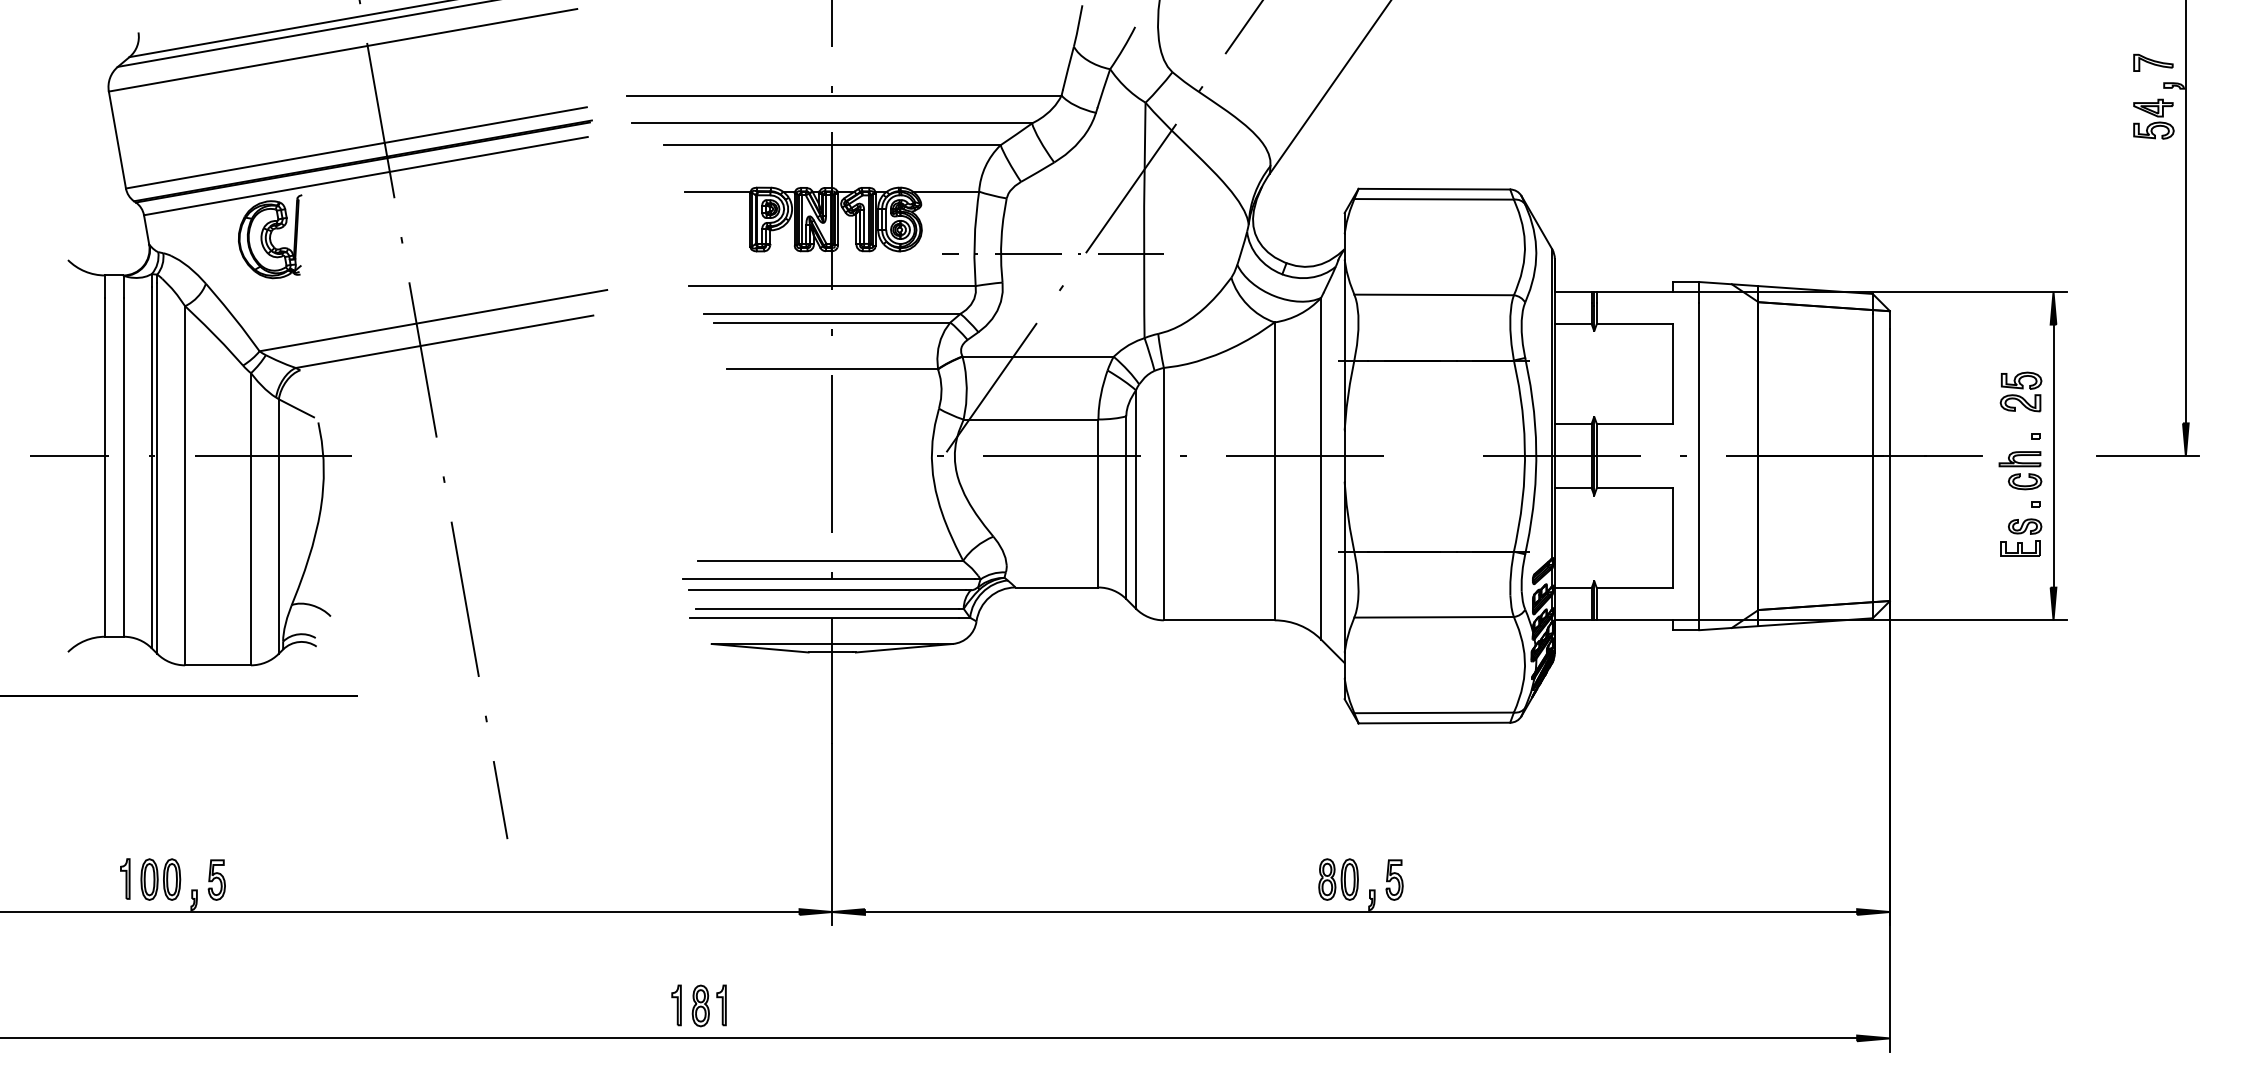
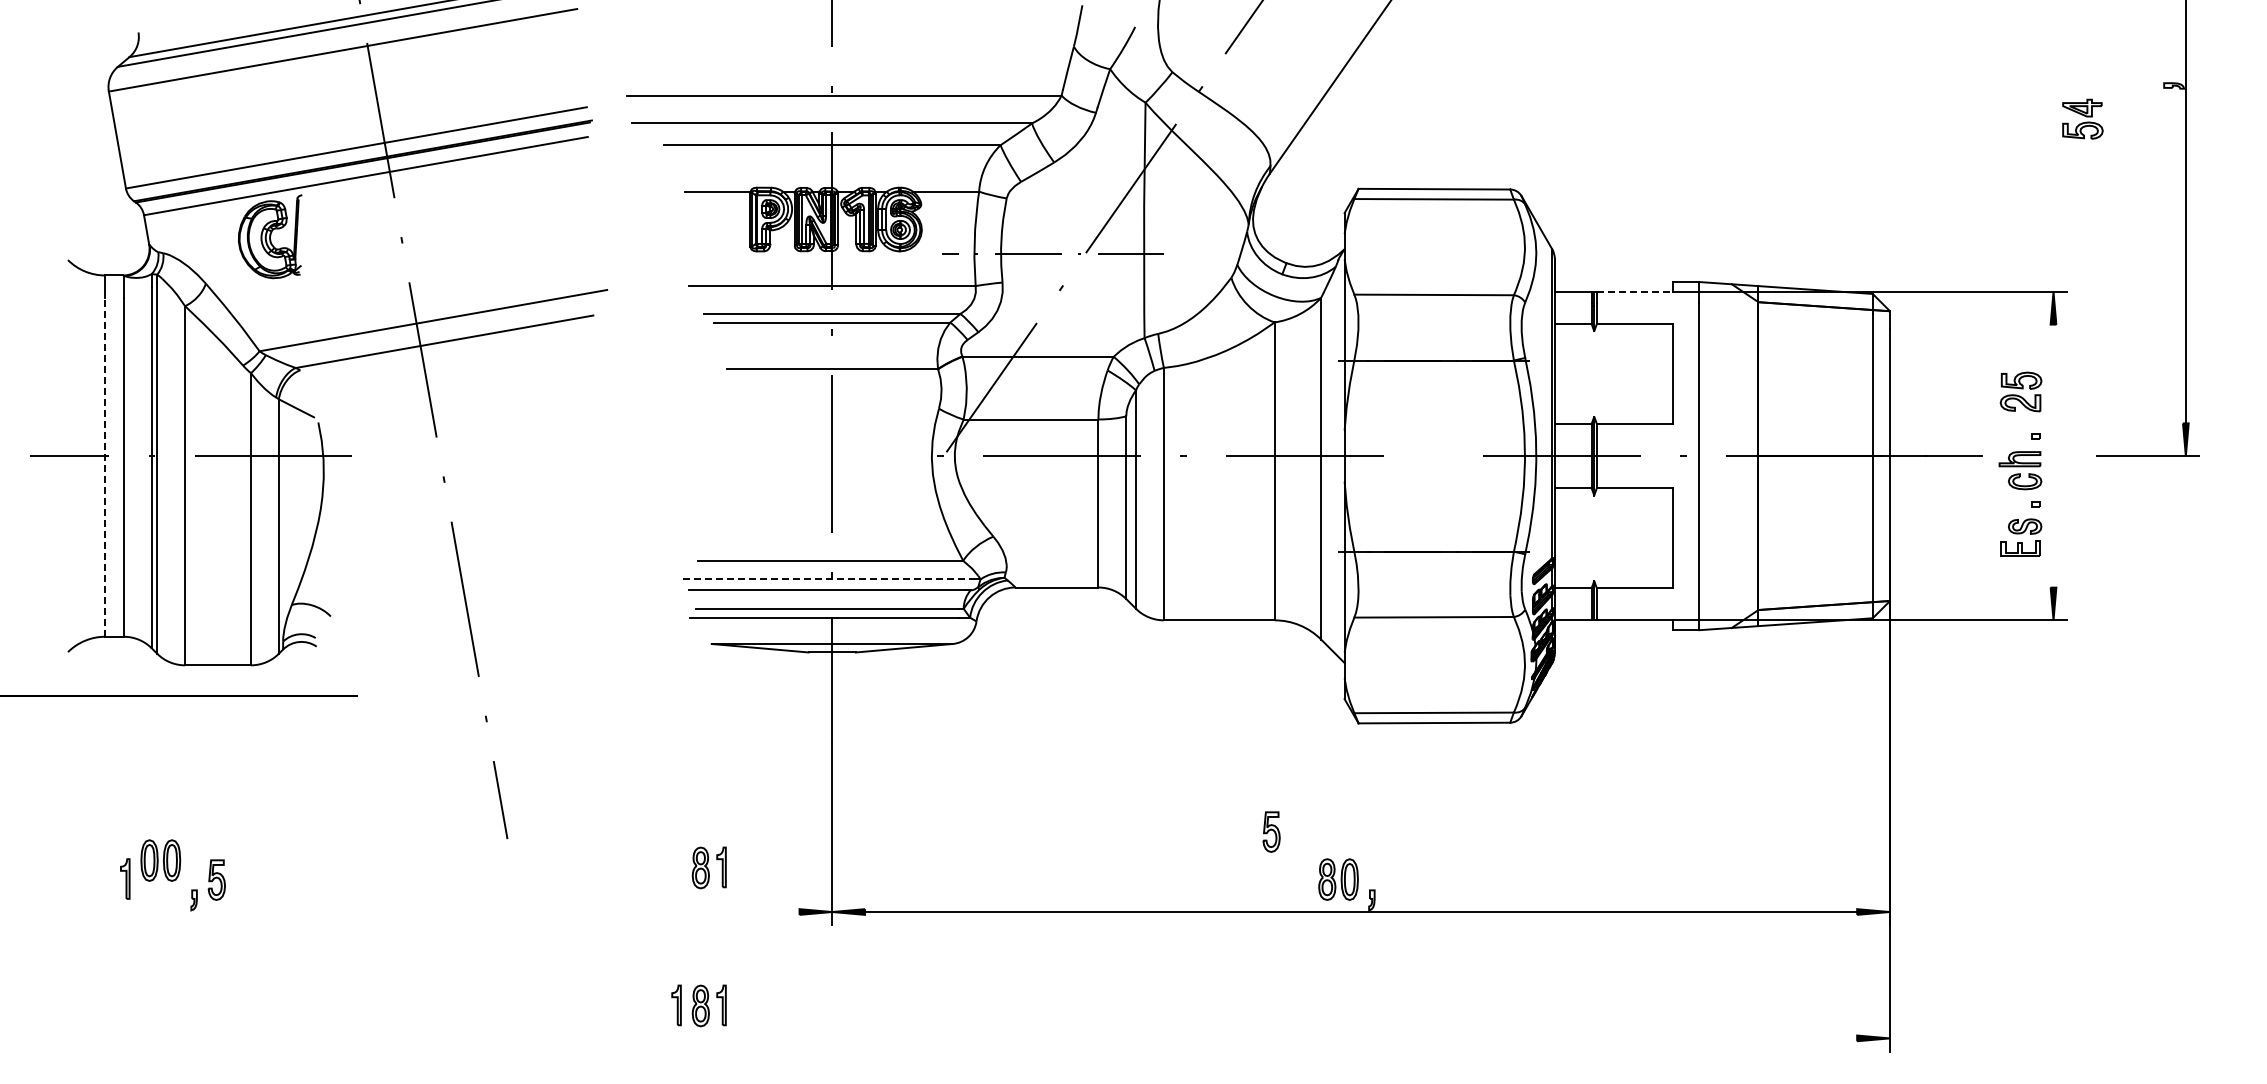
part at (2153, 62): present -> none
part at (2153, 118) position: (2153, 118) -> (2082, 118)
line at (1635, 291): solid -> dashed
line at (2053, 455): present -> none
line at (105, 467): solid -> dashed
line at (829, 579): solid -> dashed
part at (708, 867): none -> present
part at (160, 879) position: (160, 879) -> (160, 860)
part at (1394, 879) position: (1394, 879) -> (1271, 831)
line at (400, 912): present -> none
line at (929, 1038): present -> none
